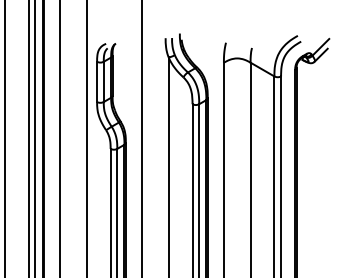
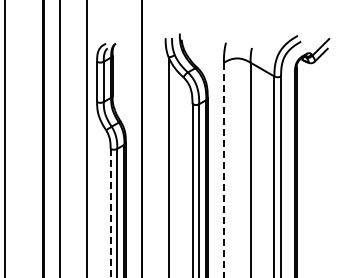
line at (28, 138): present -> none
line at (35, 138): present -> none
line at (223, 169): solid -> dashed
line at (110, 212): solid -> dashed
